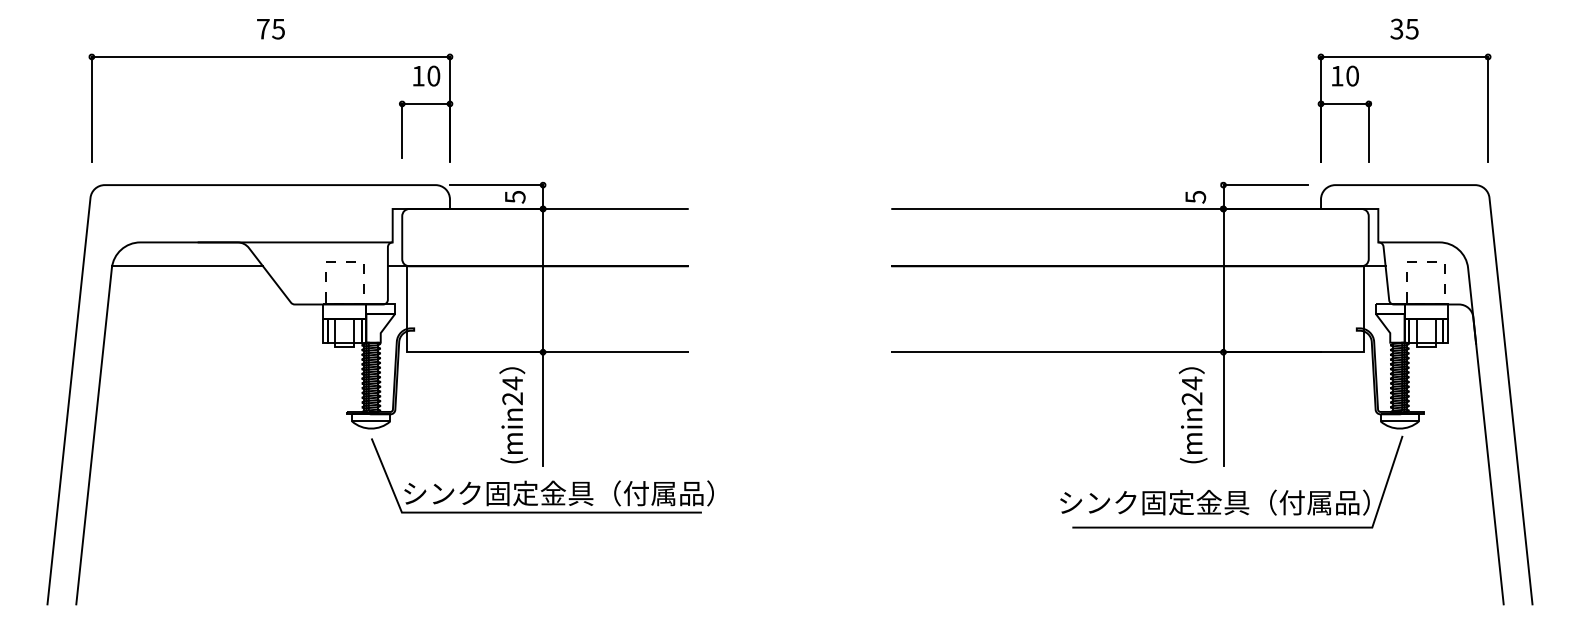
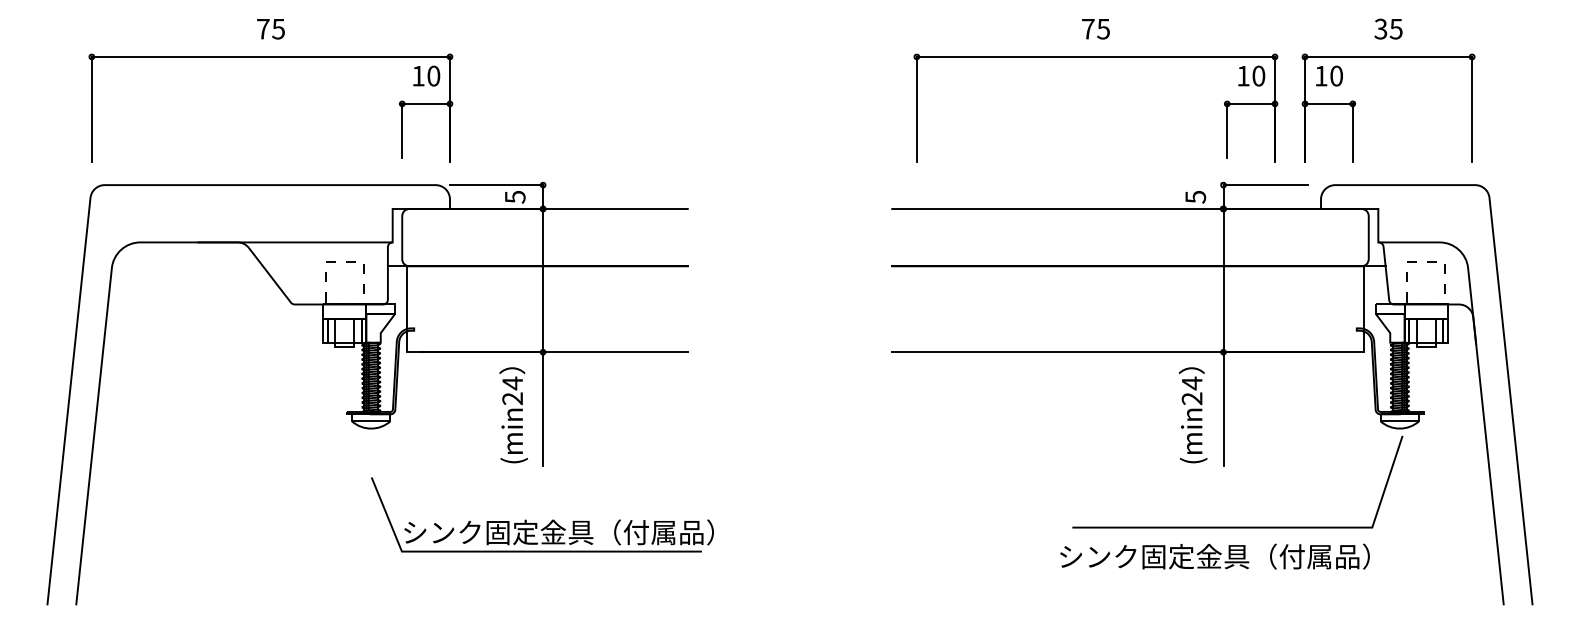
part at (1095, 57): none -> present
part at (1404, 57) position: (1404, 57) -> (1388, 57)
line at (187, 266): present -> none
part at (537, 484) position: (537, 484) -> (537, 523)
text at (1214, 502) position: (1214, 502) -> (1214, 556)
